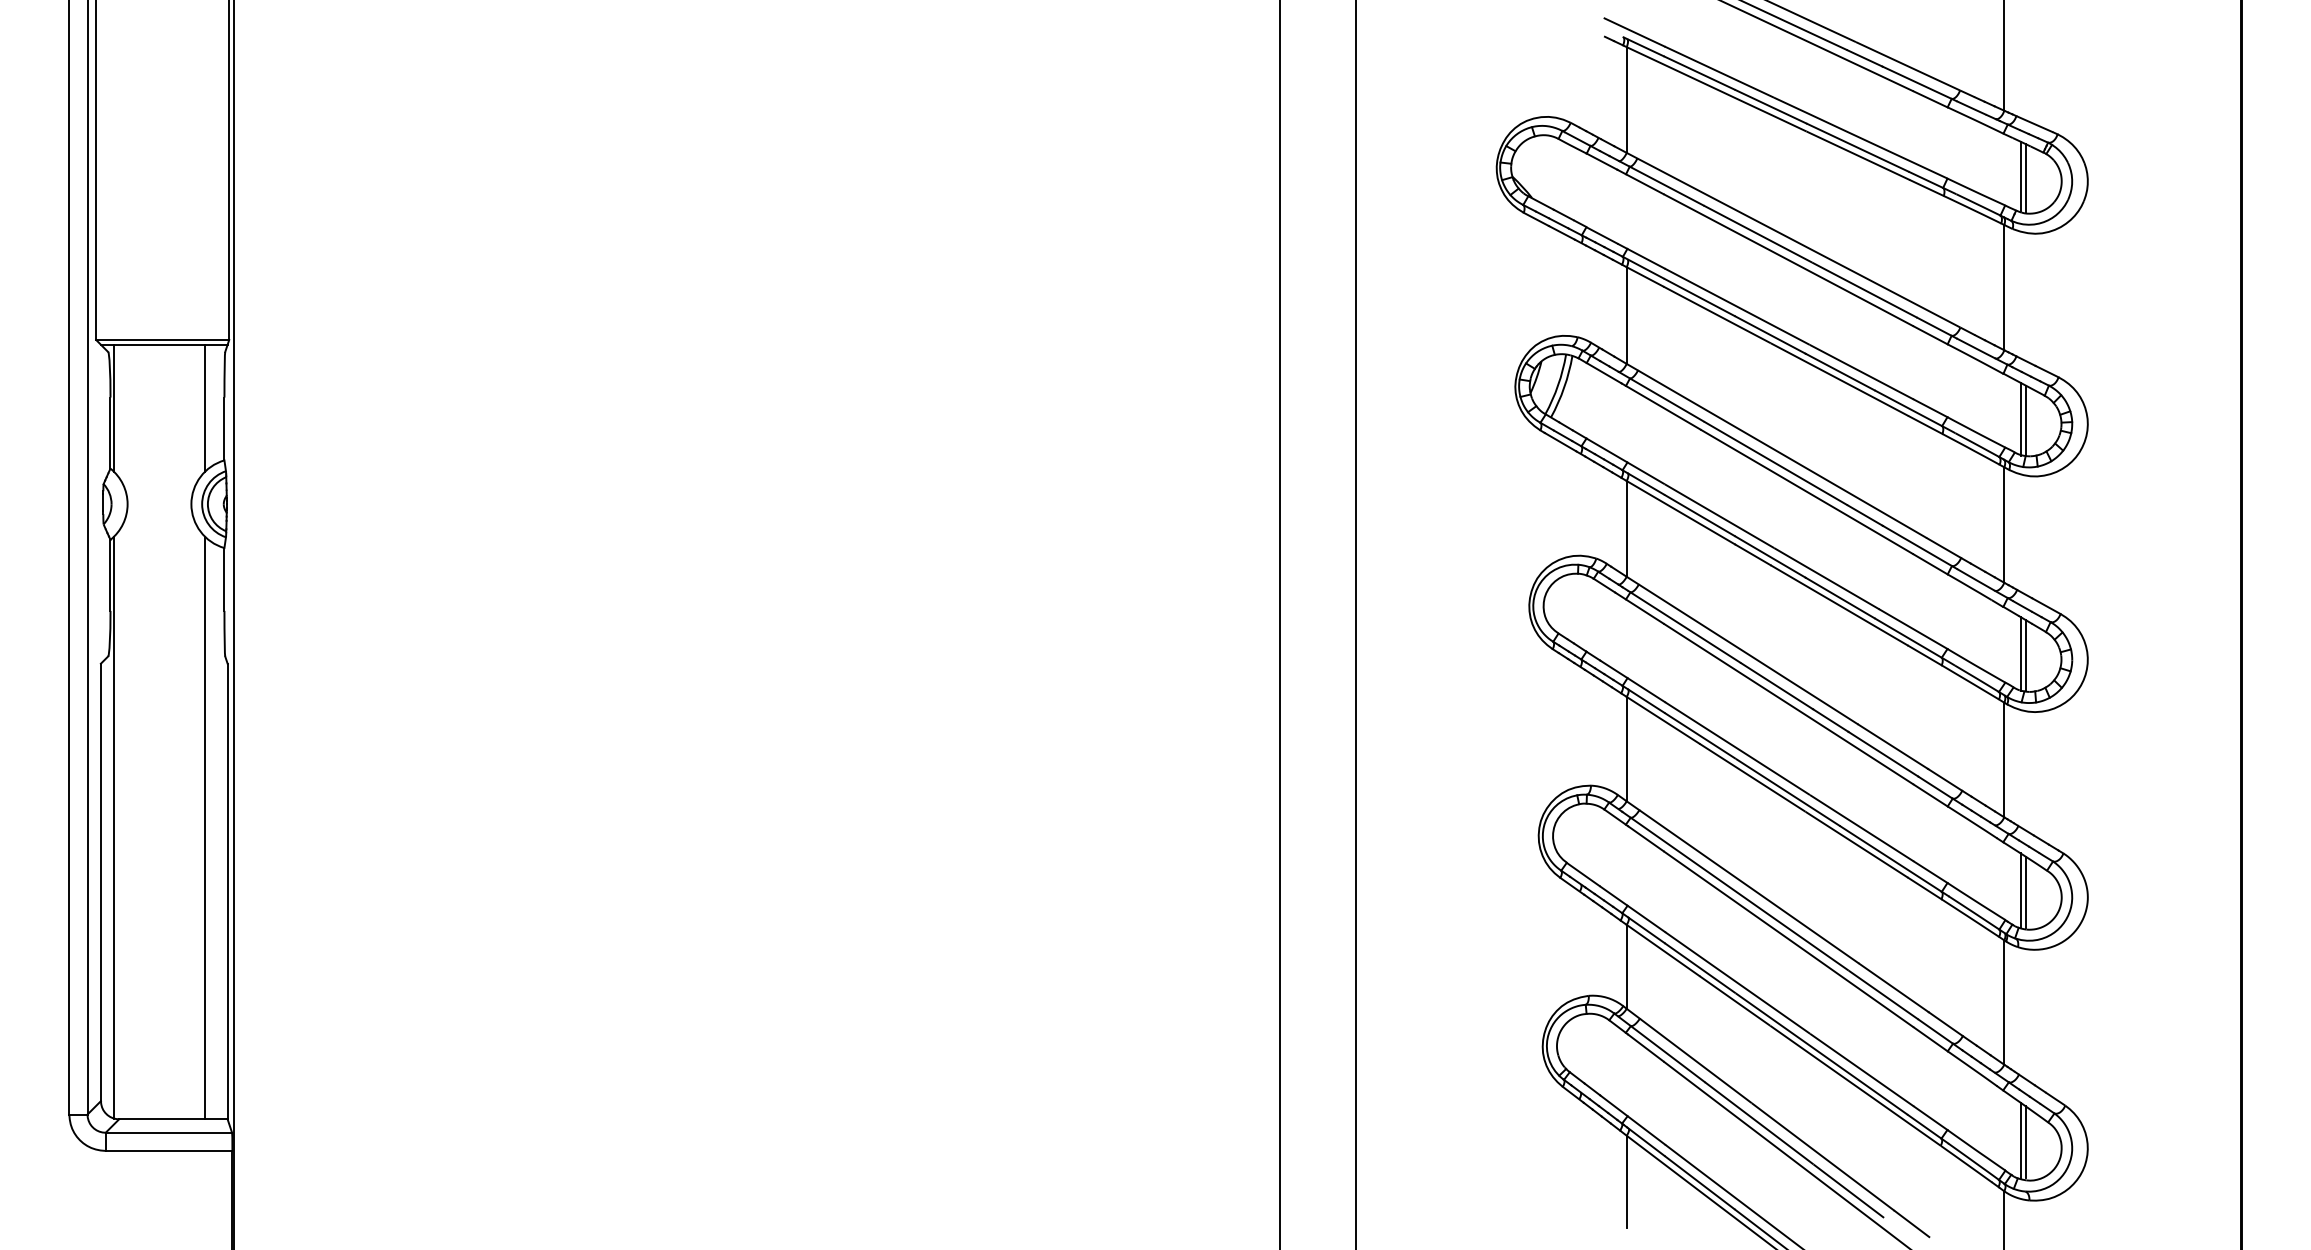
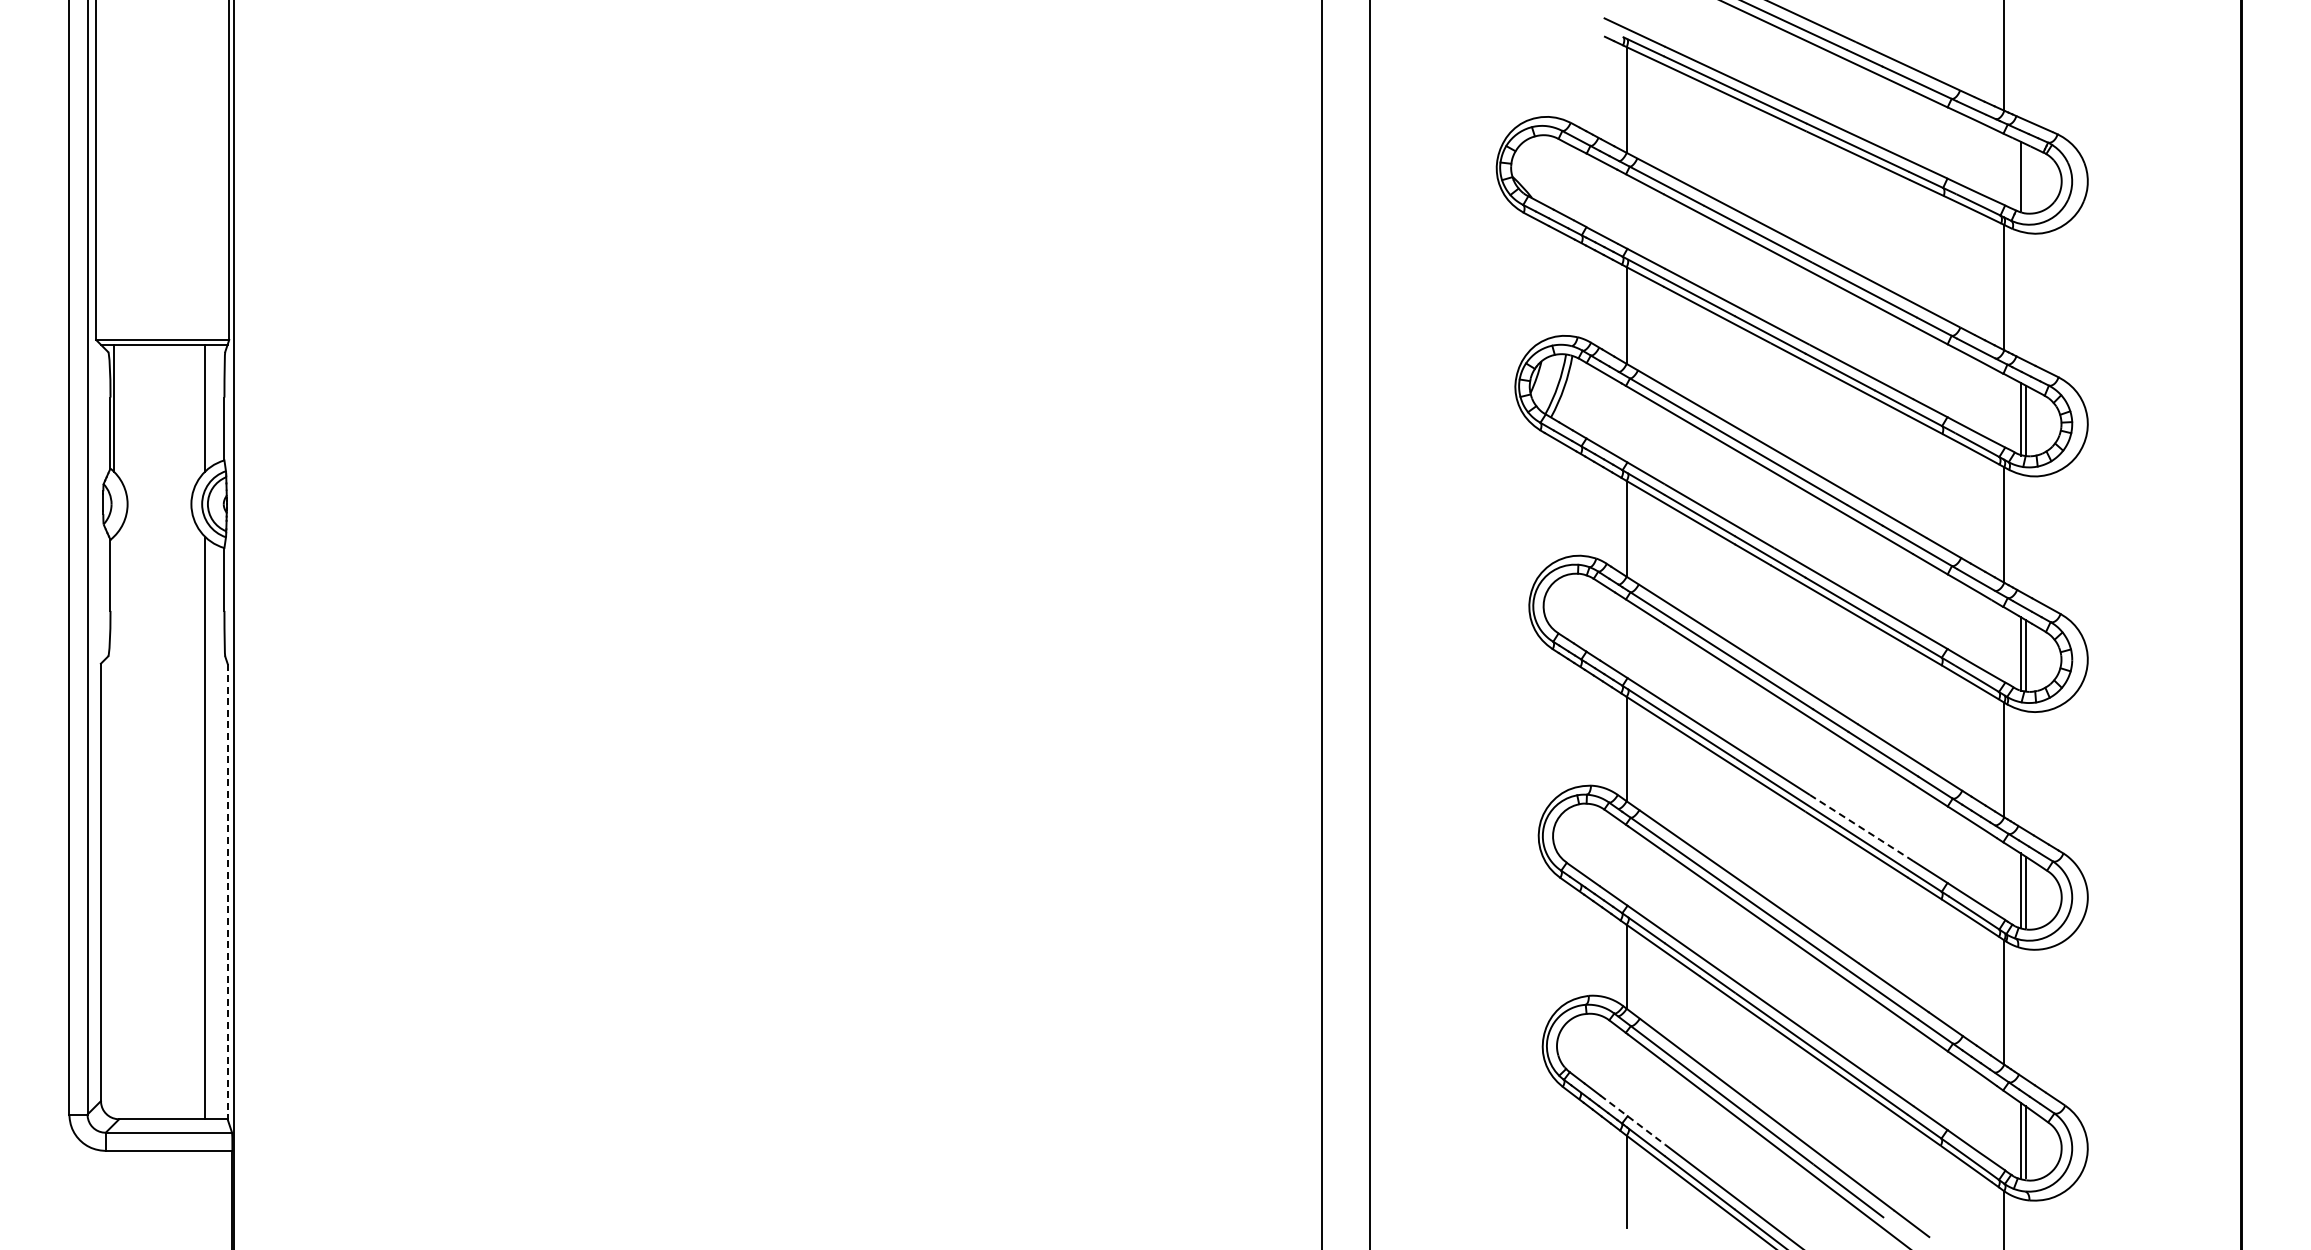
line at (2025, 178): present -> none
line at (1280, 624) position: (1280, 624) -> (1322, 624)
line at (1355, 624) position: (1355, 624) -> (1369, 624)
line at (113, 827): present -> none
line at (1862, 828): solid -> dashed
line at (227, 891): solid -> dashed
line at (1632, 1120): solid -> dashed
